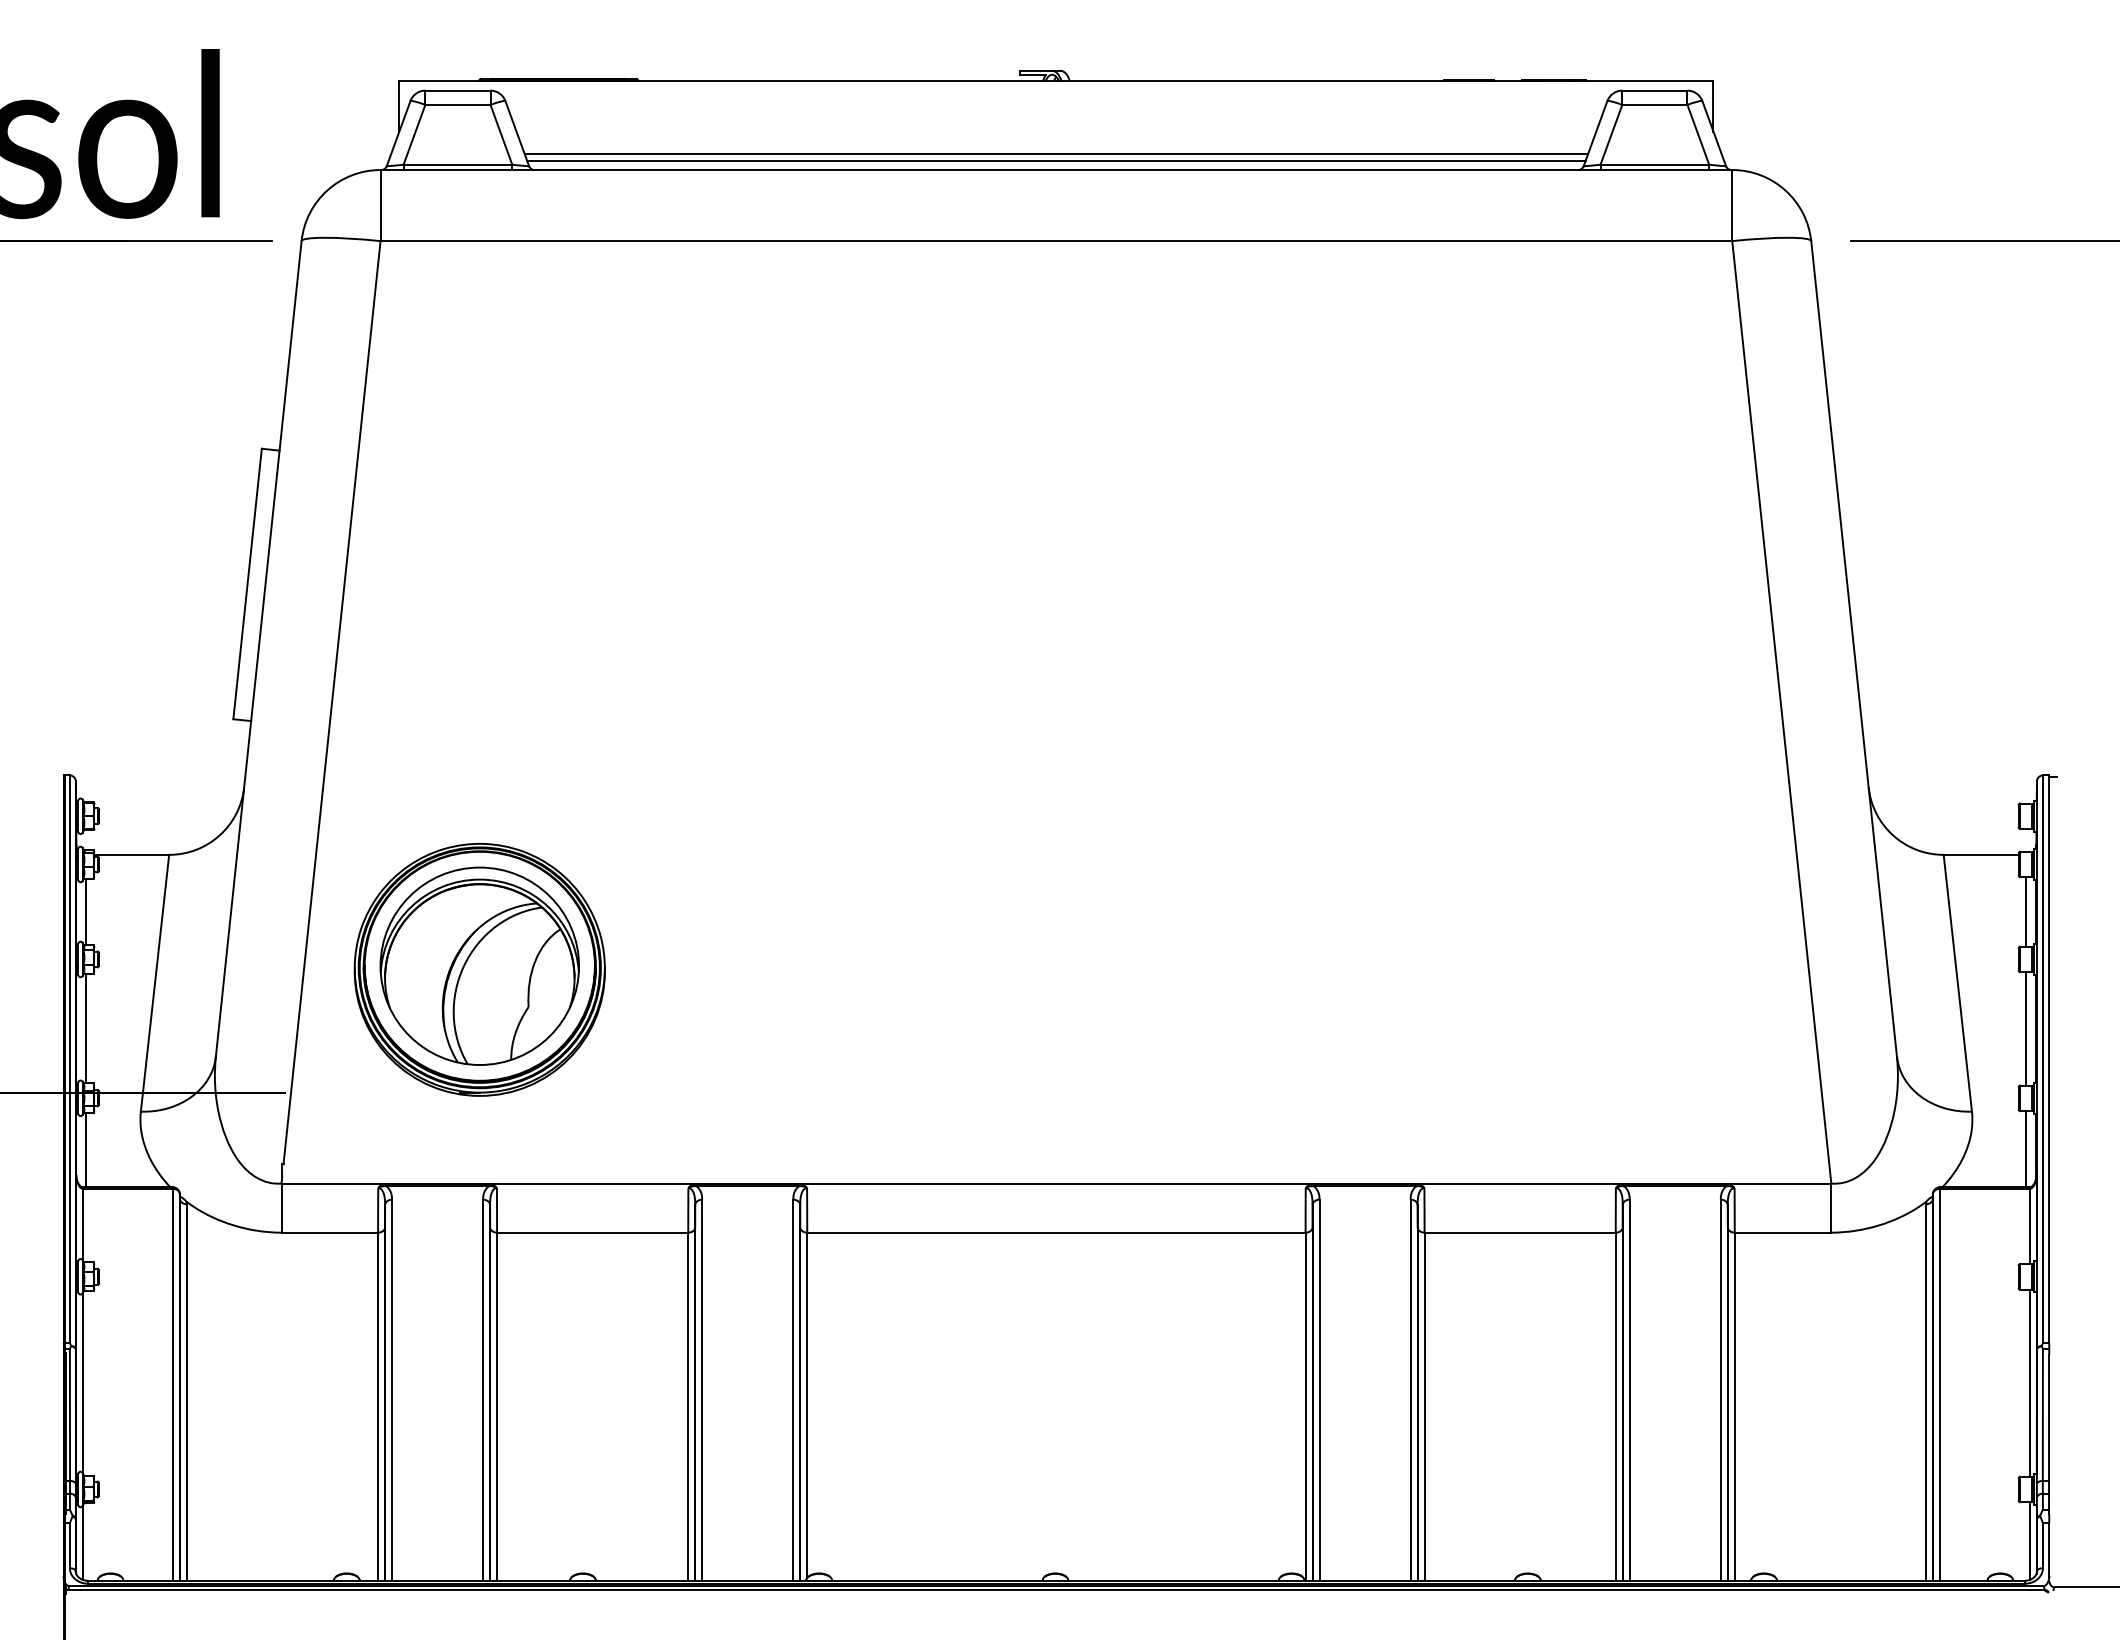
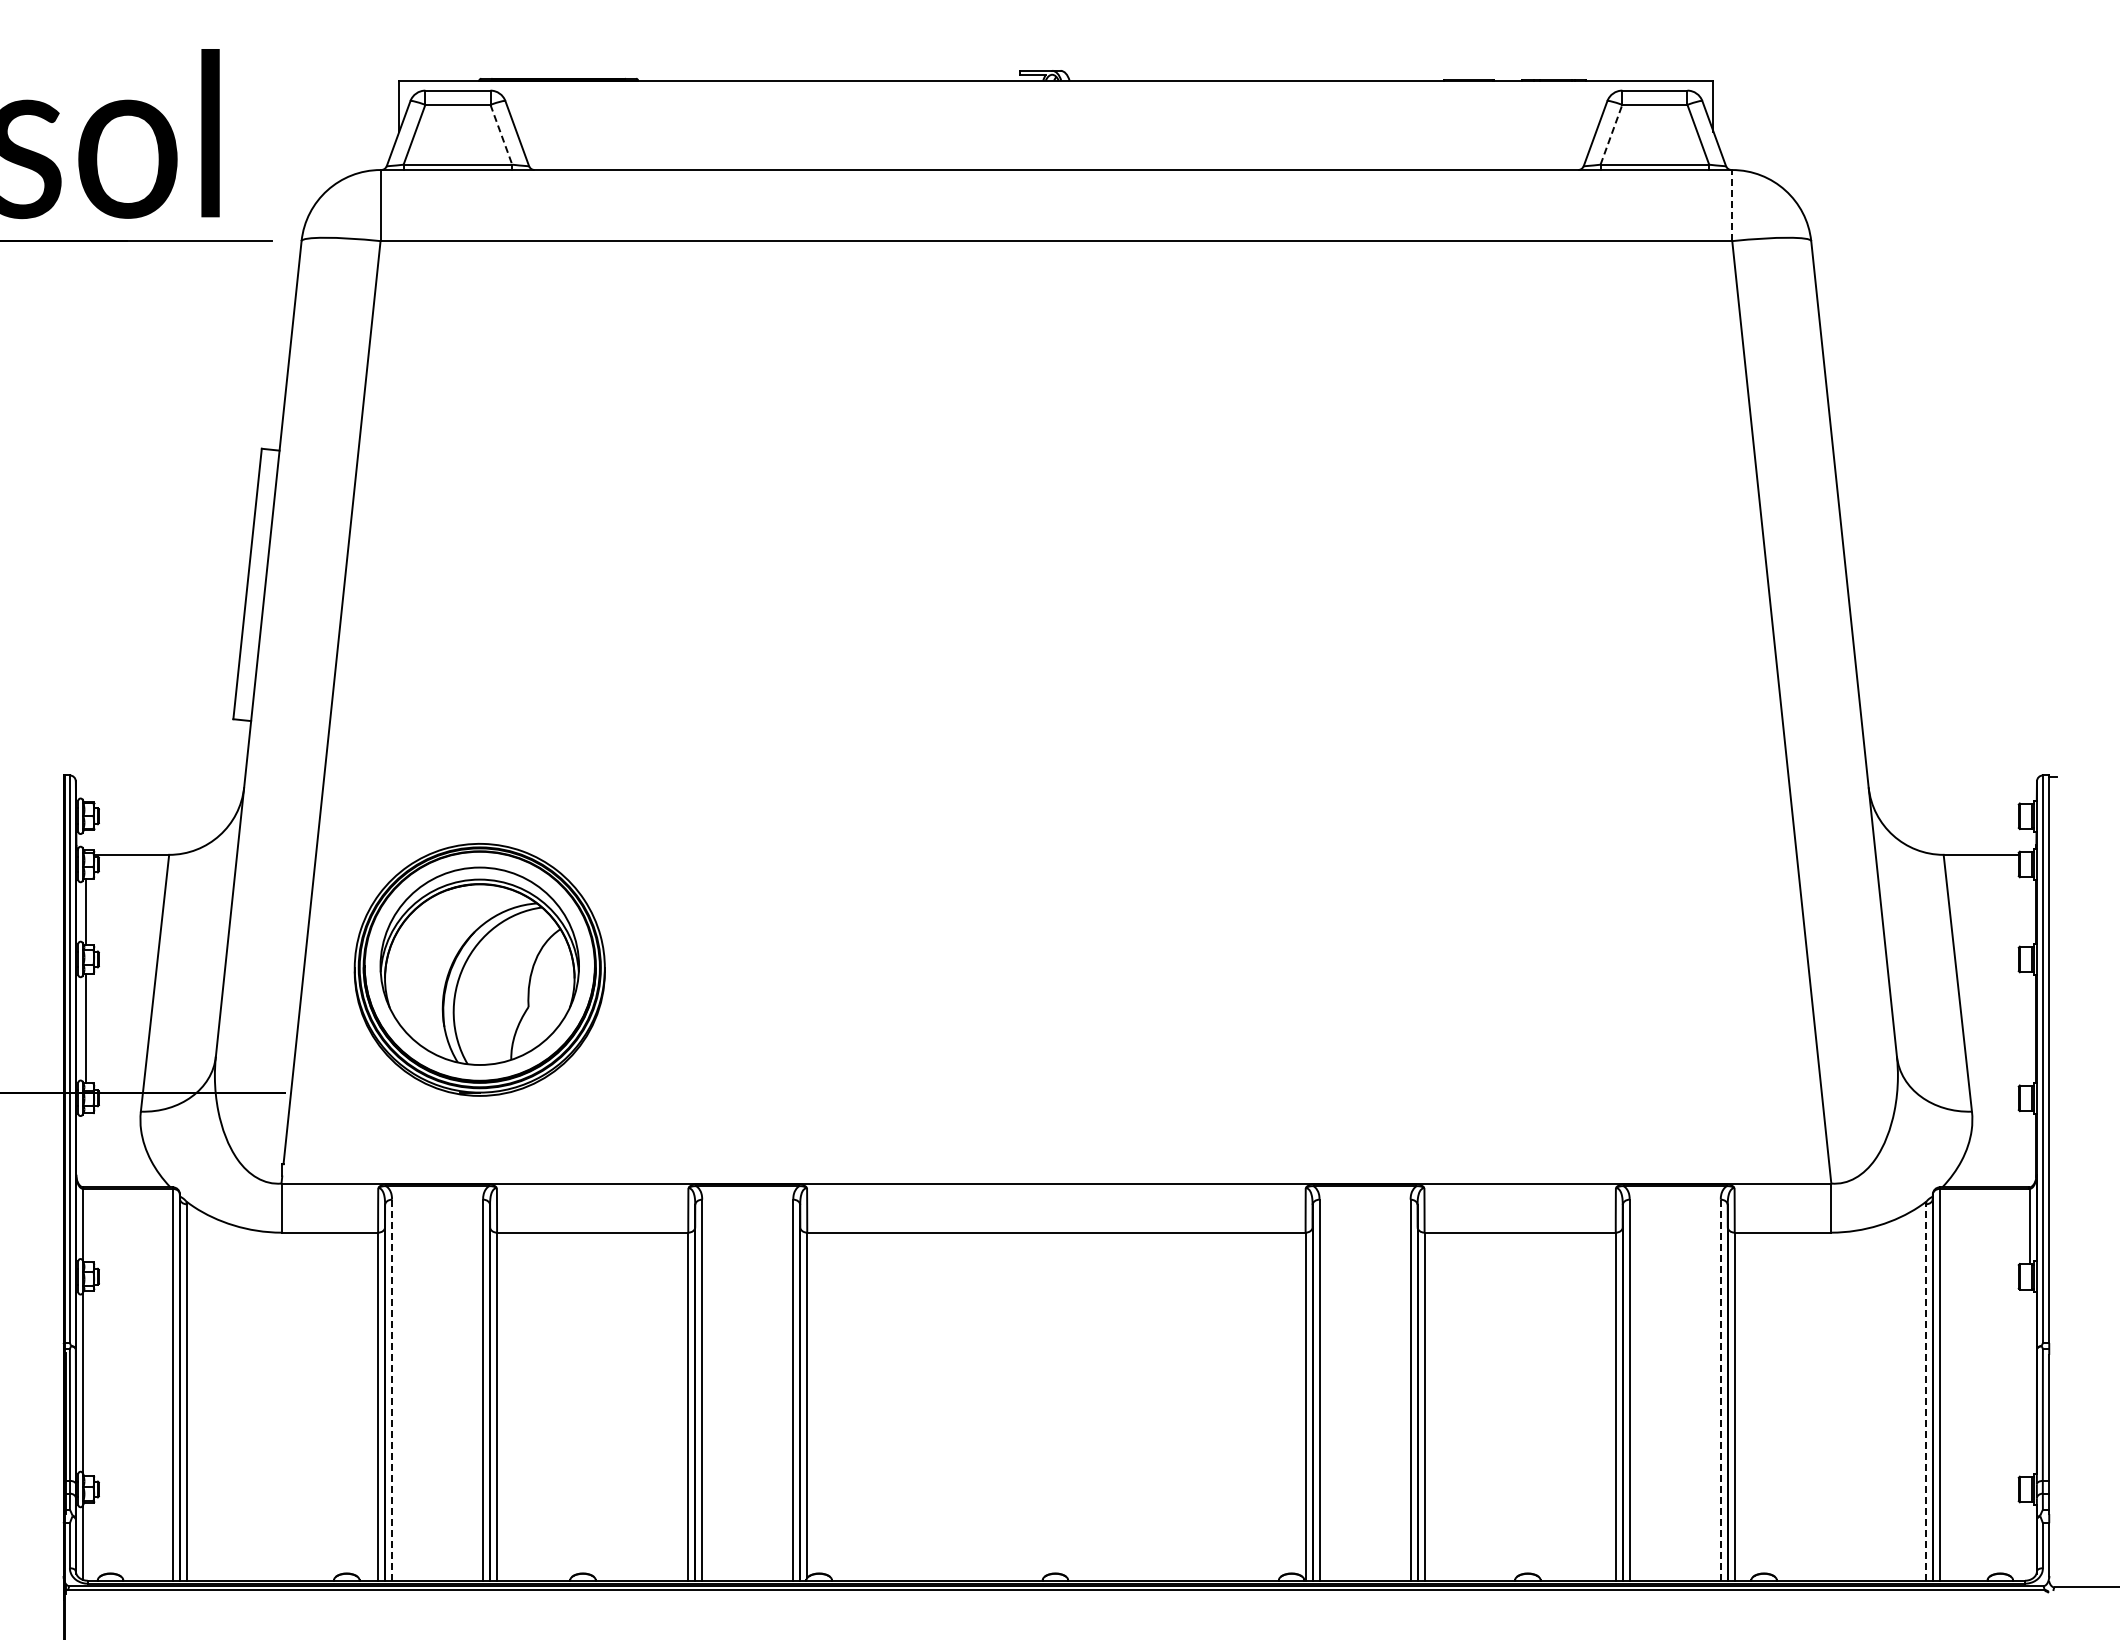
line at (501, 134): solid -> dashed
line at (1611, 134): solid -> dashed
line at (1056, 154): present -> none
line at (1056, 160): present -> none
line at (1732, 205): solid -> dashed
line at (1983, 241): present -> none
line at (2026, 911): present -> none
line at (2026, 1028): present -> none
line at (2026, 1149): present -> none
line at (86, 1150): present -> none
line at (2029, 1382): present -> none
line at (392, 1390): solid -> dashed
line at (1720, 1390): solid -> dashed
line at (1925, 1392): solid -> dashed
line at (2029, 1541): present -> none
